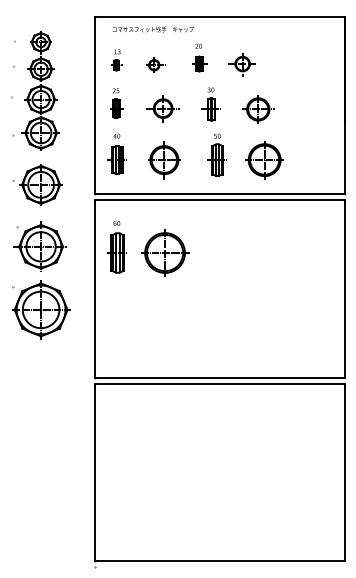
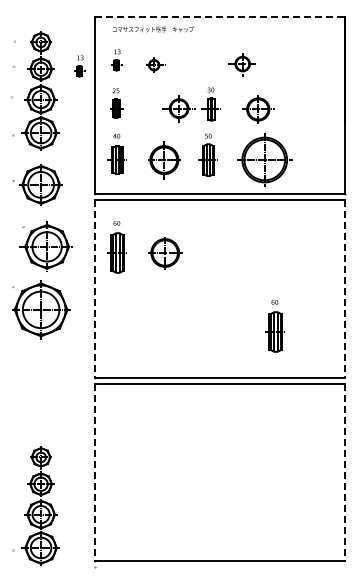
line at (220, 17): solid -> dashed
part at (199, 57): present -> none
part at (79, 66): none -> present
part at (162, 108) position: (162, 108) -> (178, 108)
part at (216, 154) position: (216, 154) -> (207, 154)
part at (264, 160) size: 39x39 px -> 56x54 px
part at (39, 246) position: (39, 246) -> (45, 246)
part at (165, 252) size: 49x48 px -> 35x33 px
line at (94, 289): solid -> dashed
line at (345, 289): solid -> dashed
part at (274, 326): none -> present
line at (94, 472): solid -> dashed
line at (345, 472): solid -> dashed
part at (35, 505): none -> present
